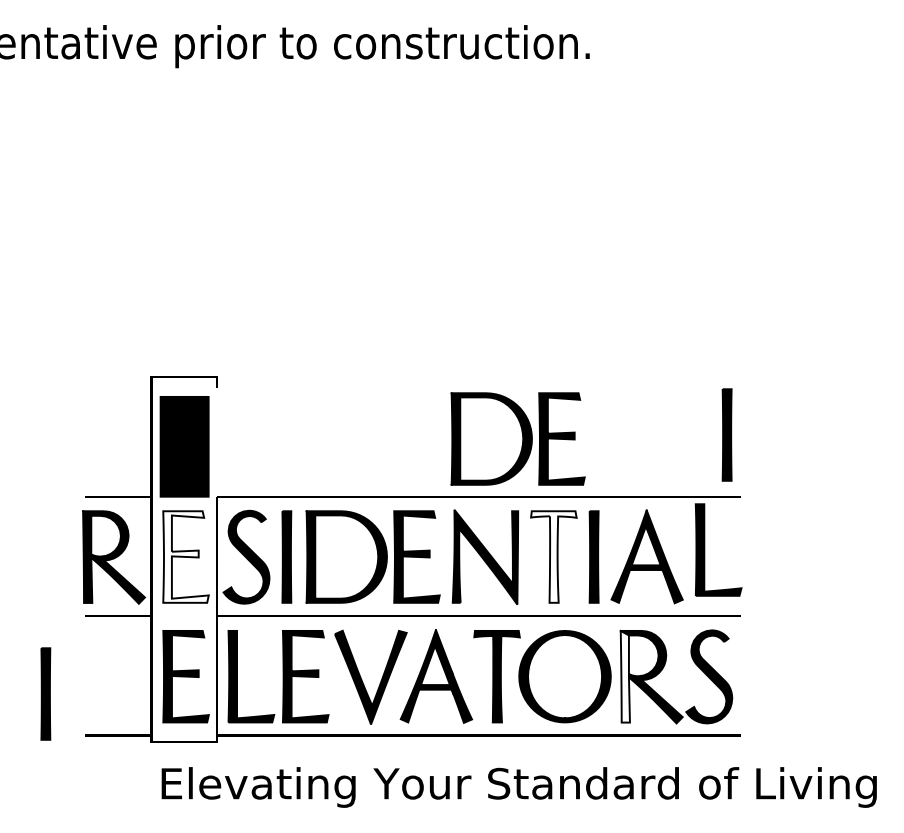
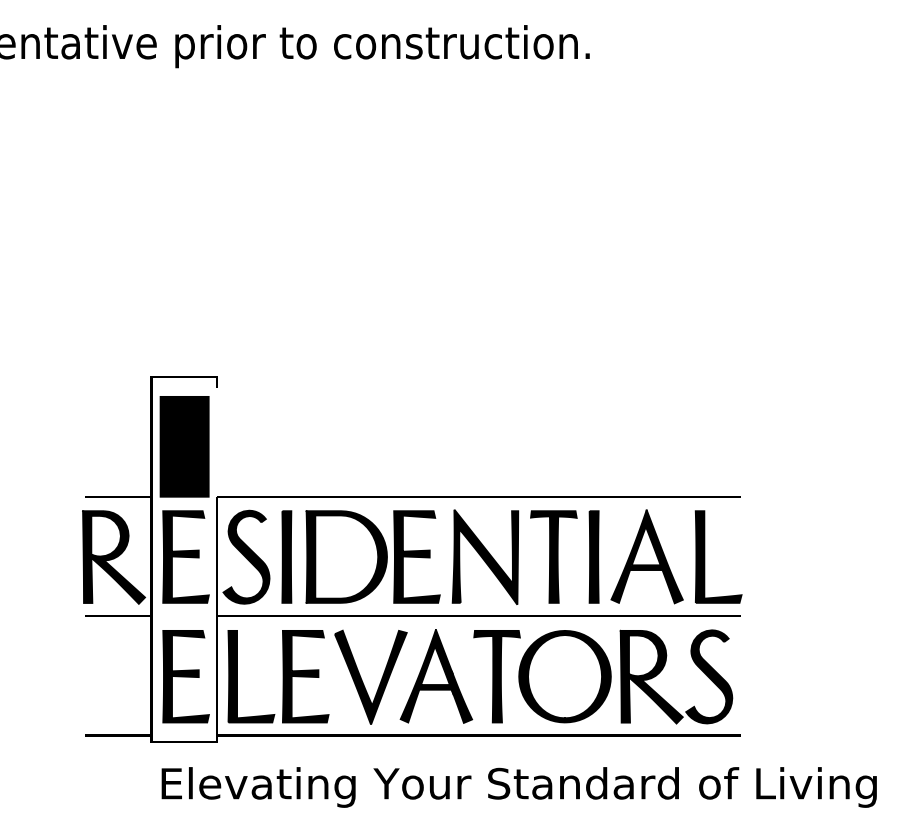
part at (726, 434): present -> none
part at (517, 438): present -> none
part at (705, 549) position: (705, 549) -> (705, 556)
fill at (185, 556): none -> present
fill at (553, 556): none -> present
fill at (624, 676): none -> present
part at (45, 693): present -> none
